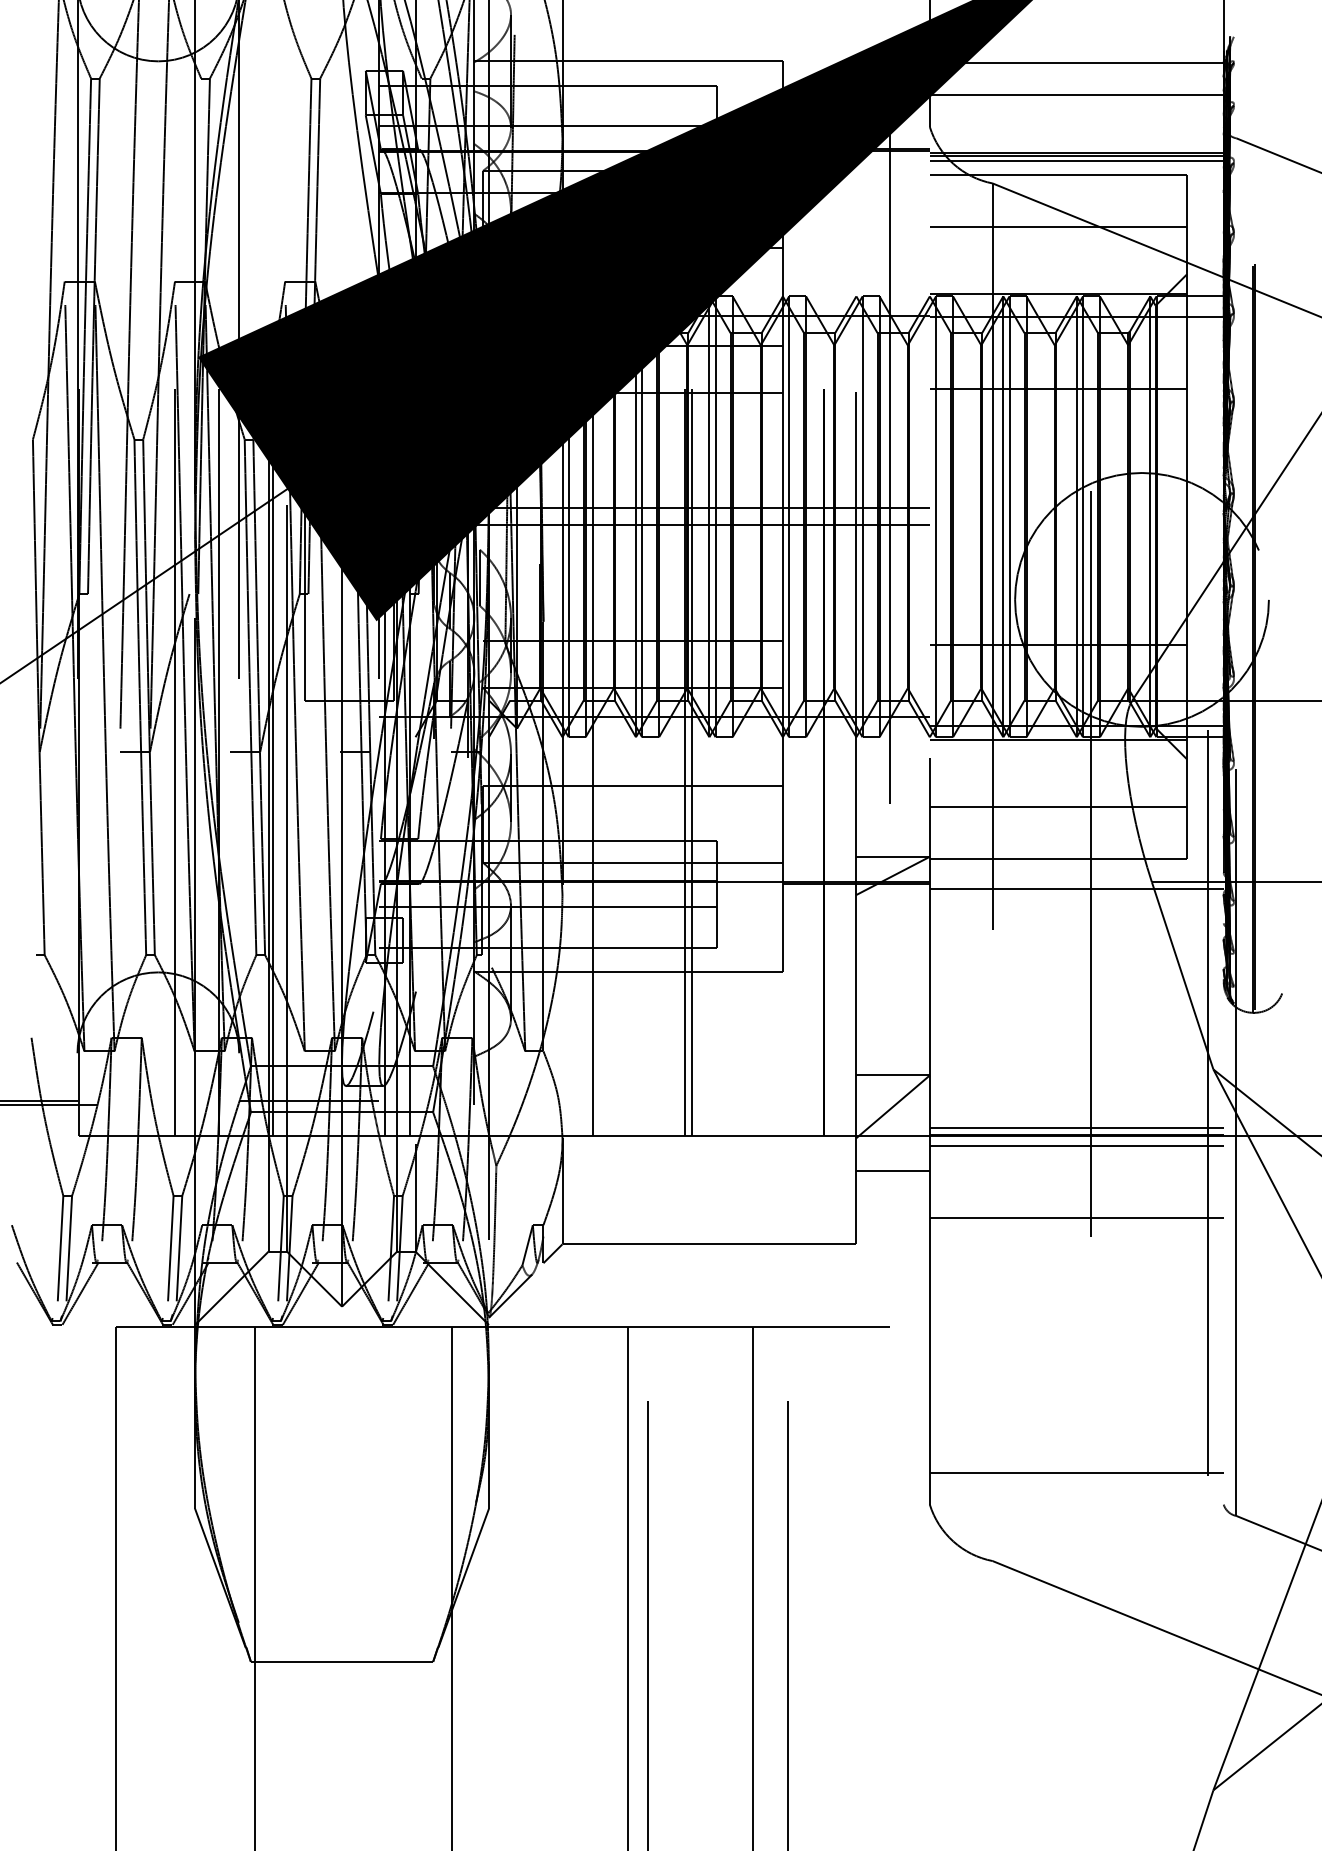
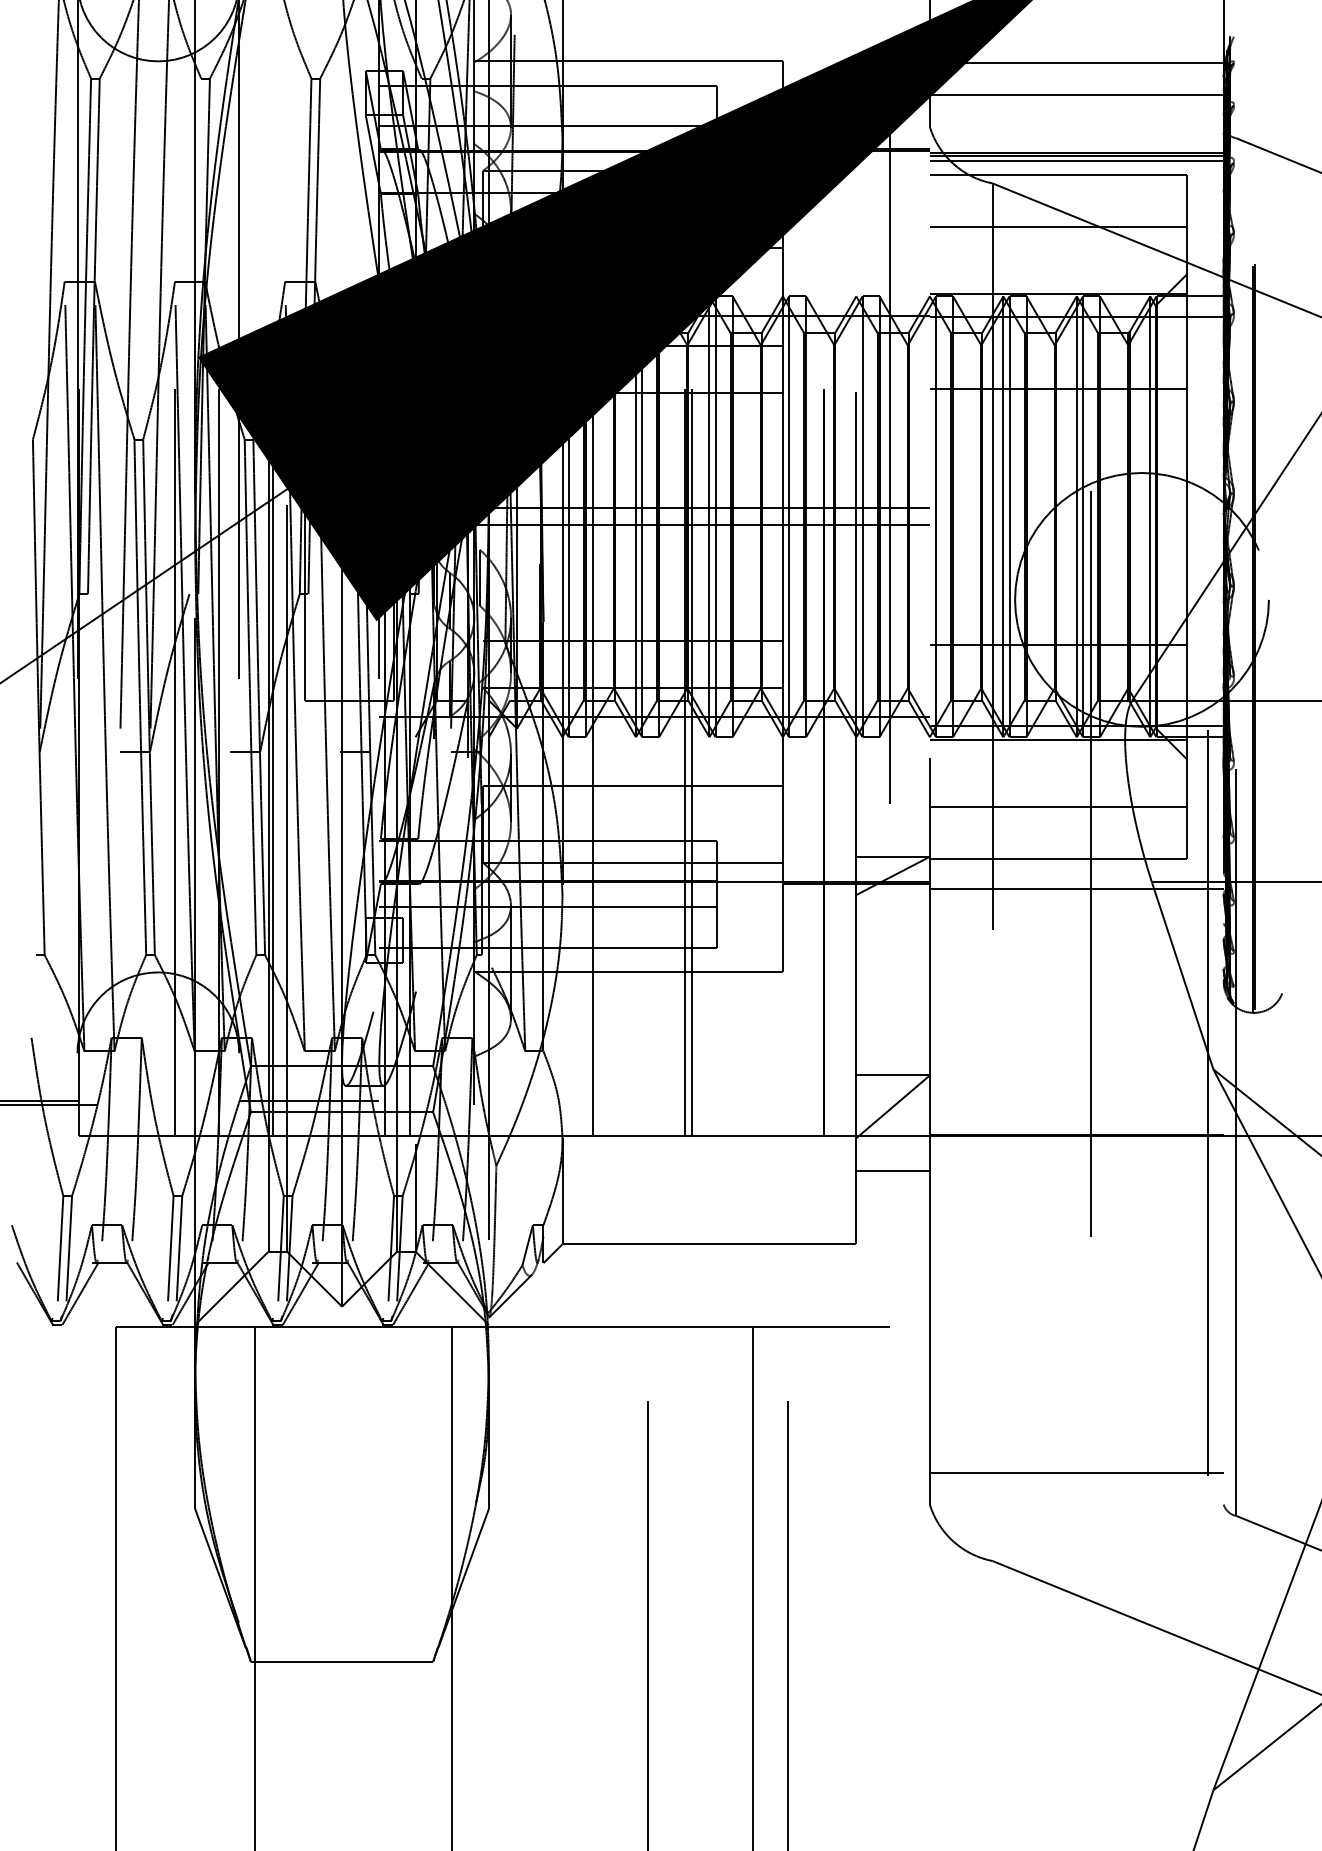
line at (1076, 1128): present -> none
line at (1076, 1145): present -> none
line at (1076, 1218): present -> none
line at (627, 1586): present -> none
